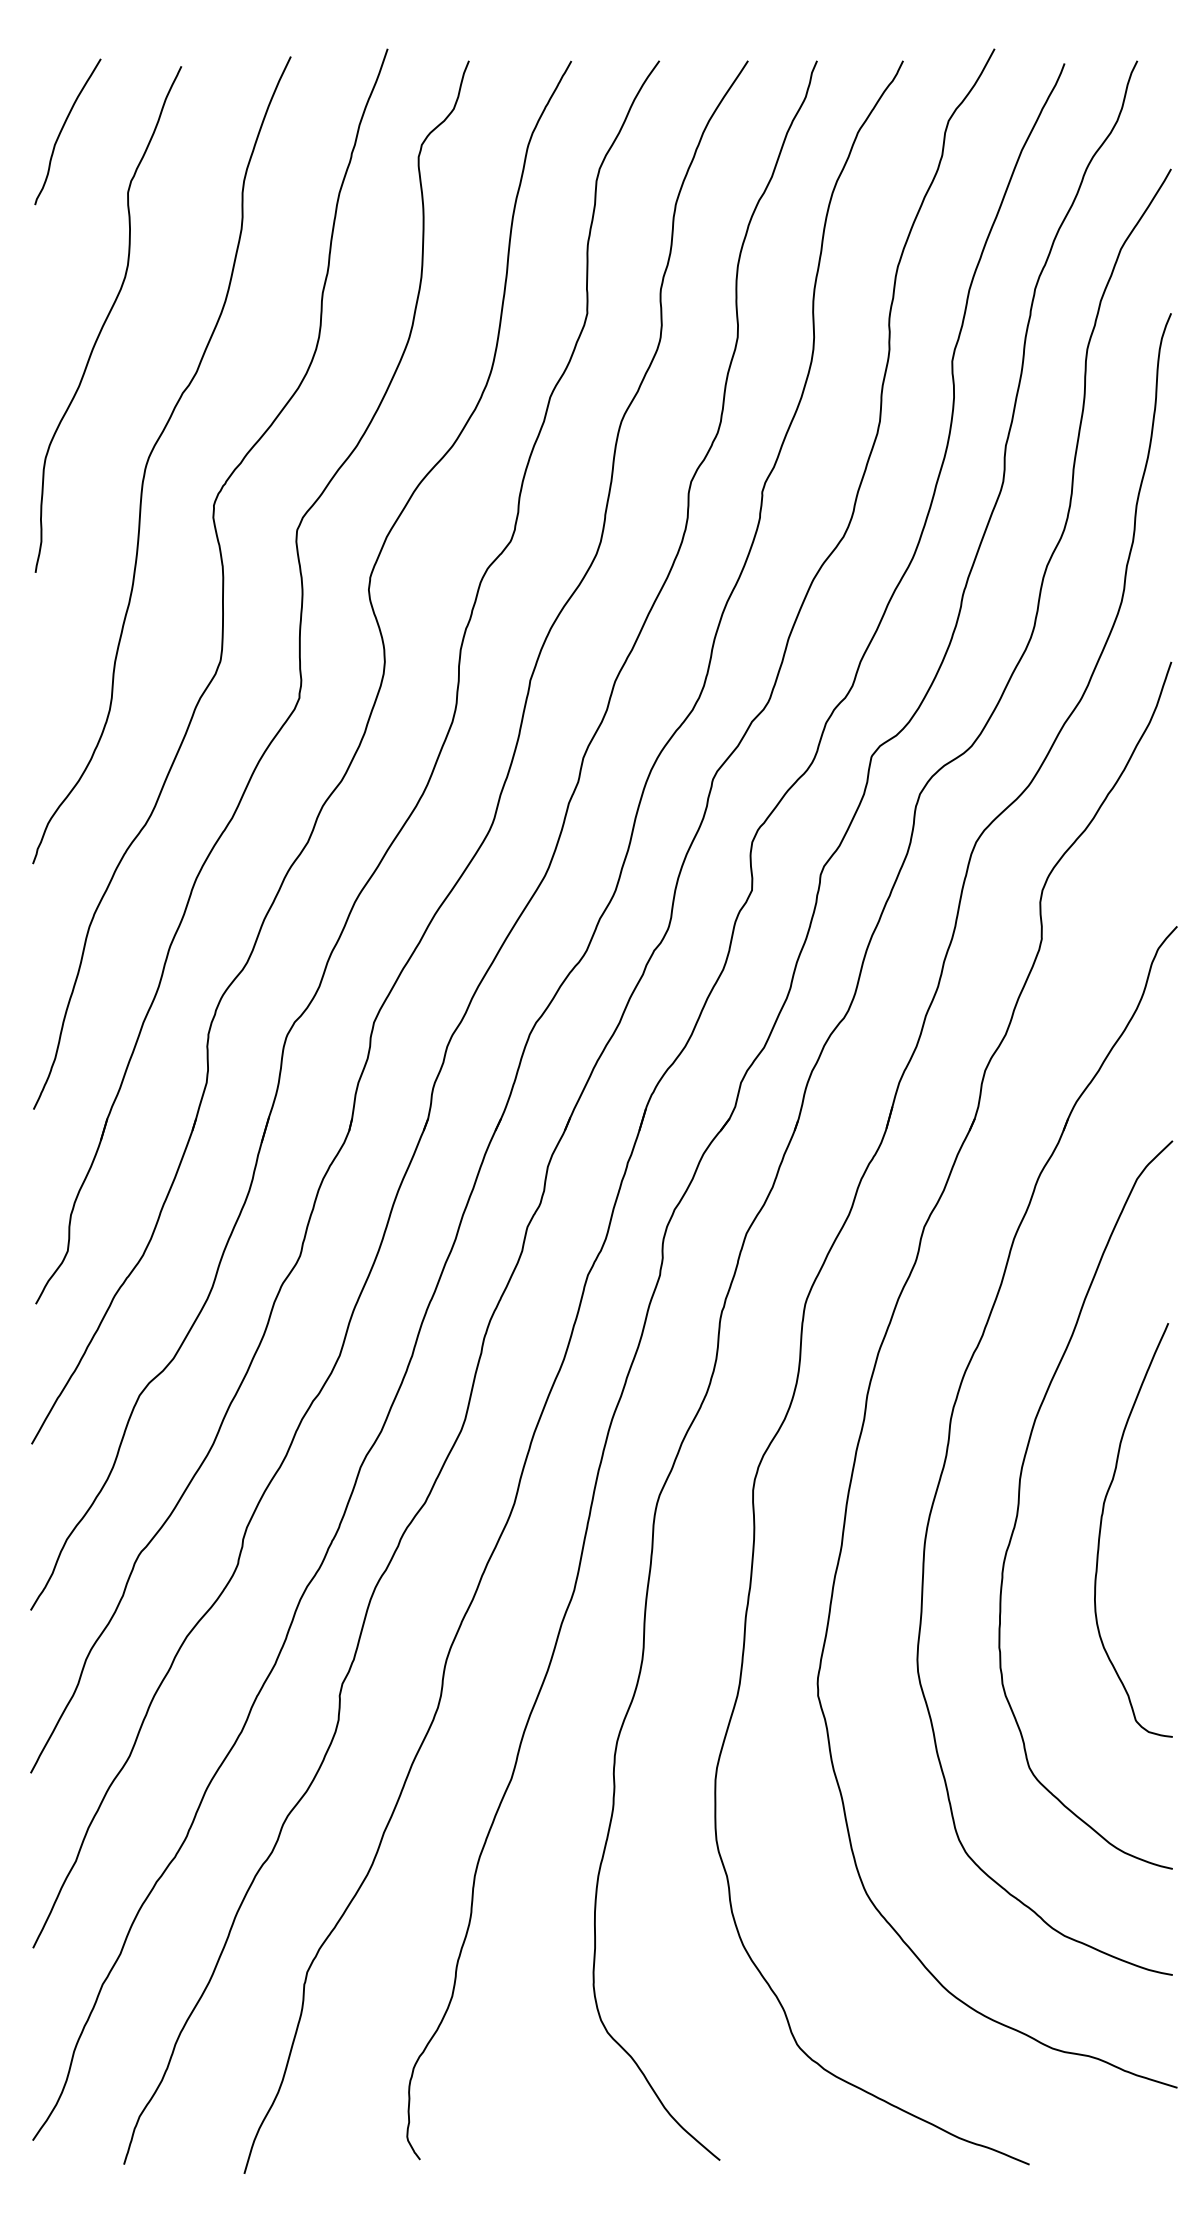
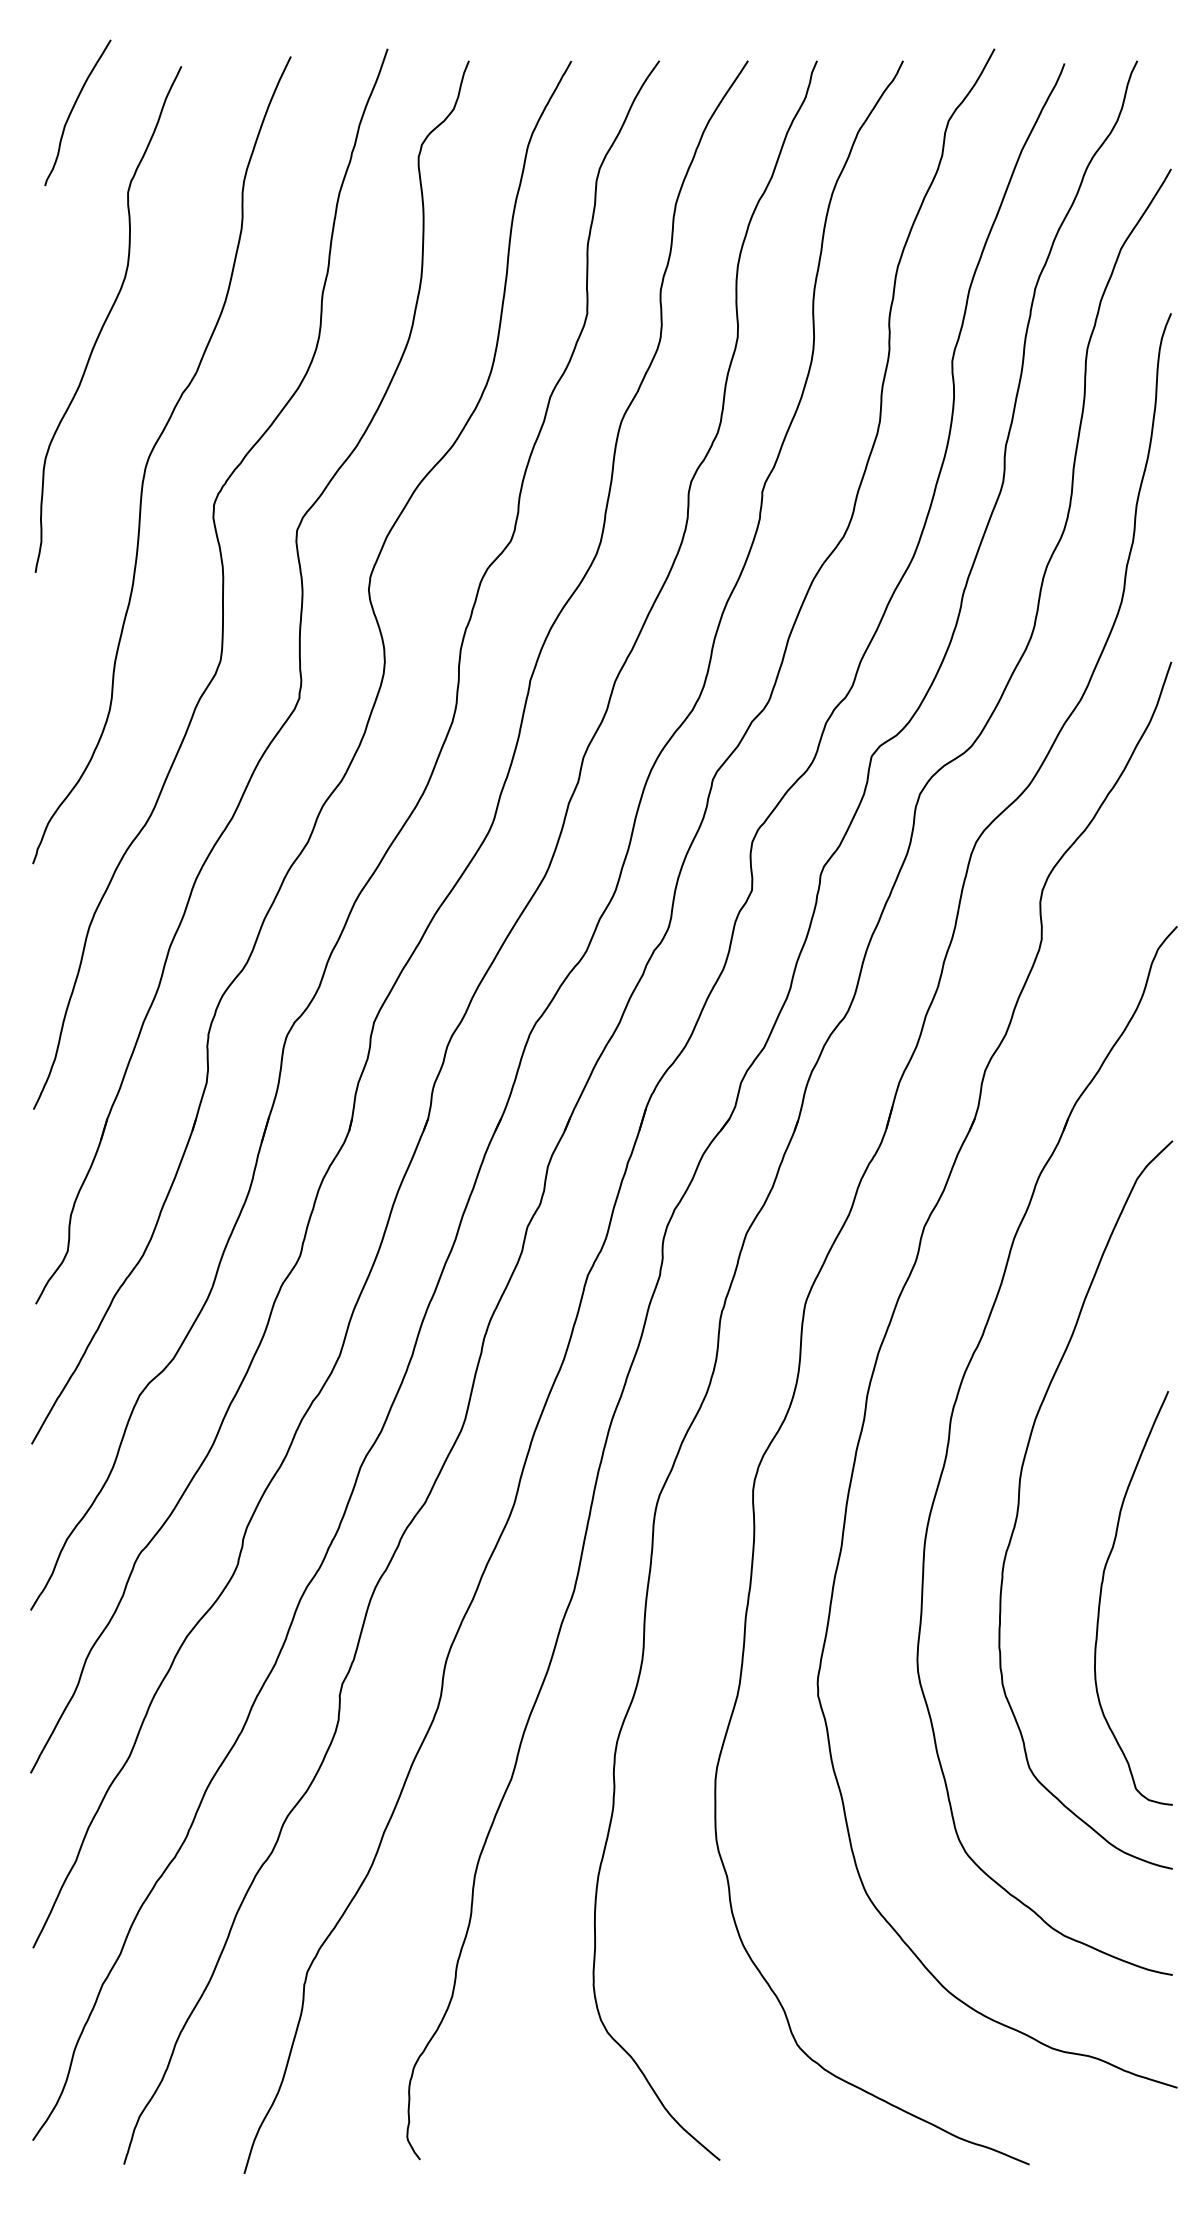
curve at (63, 128) position: (63, 128) -> (73, 109)
curve at (1101, 1529) position: (1101, 1529) -> (1101, 1597)
